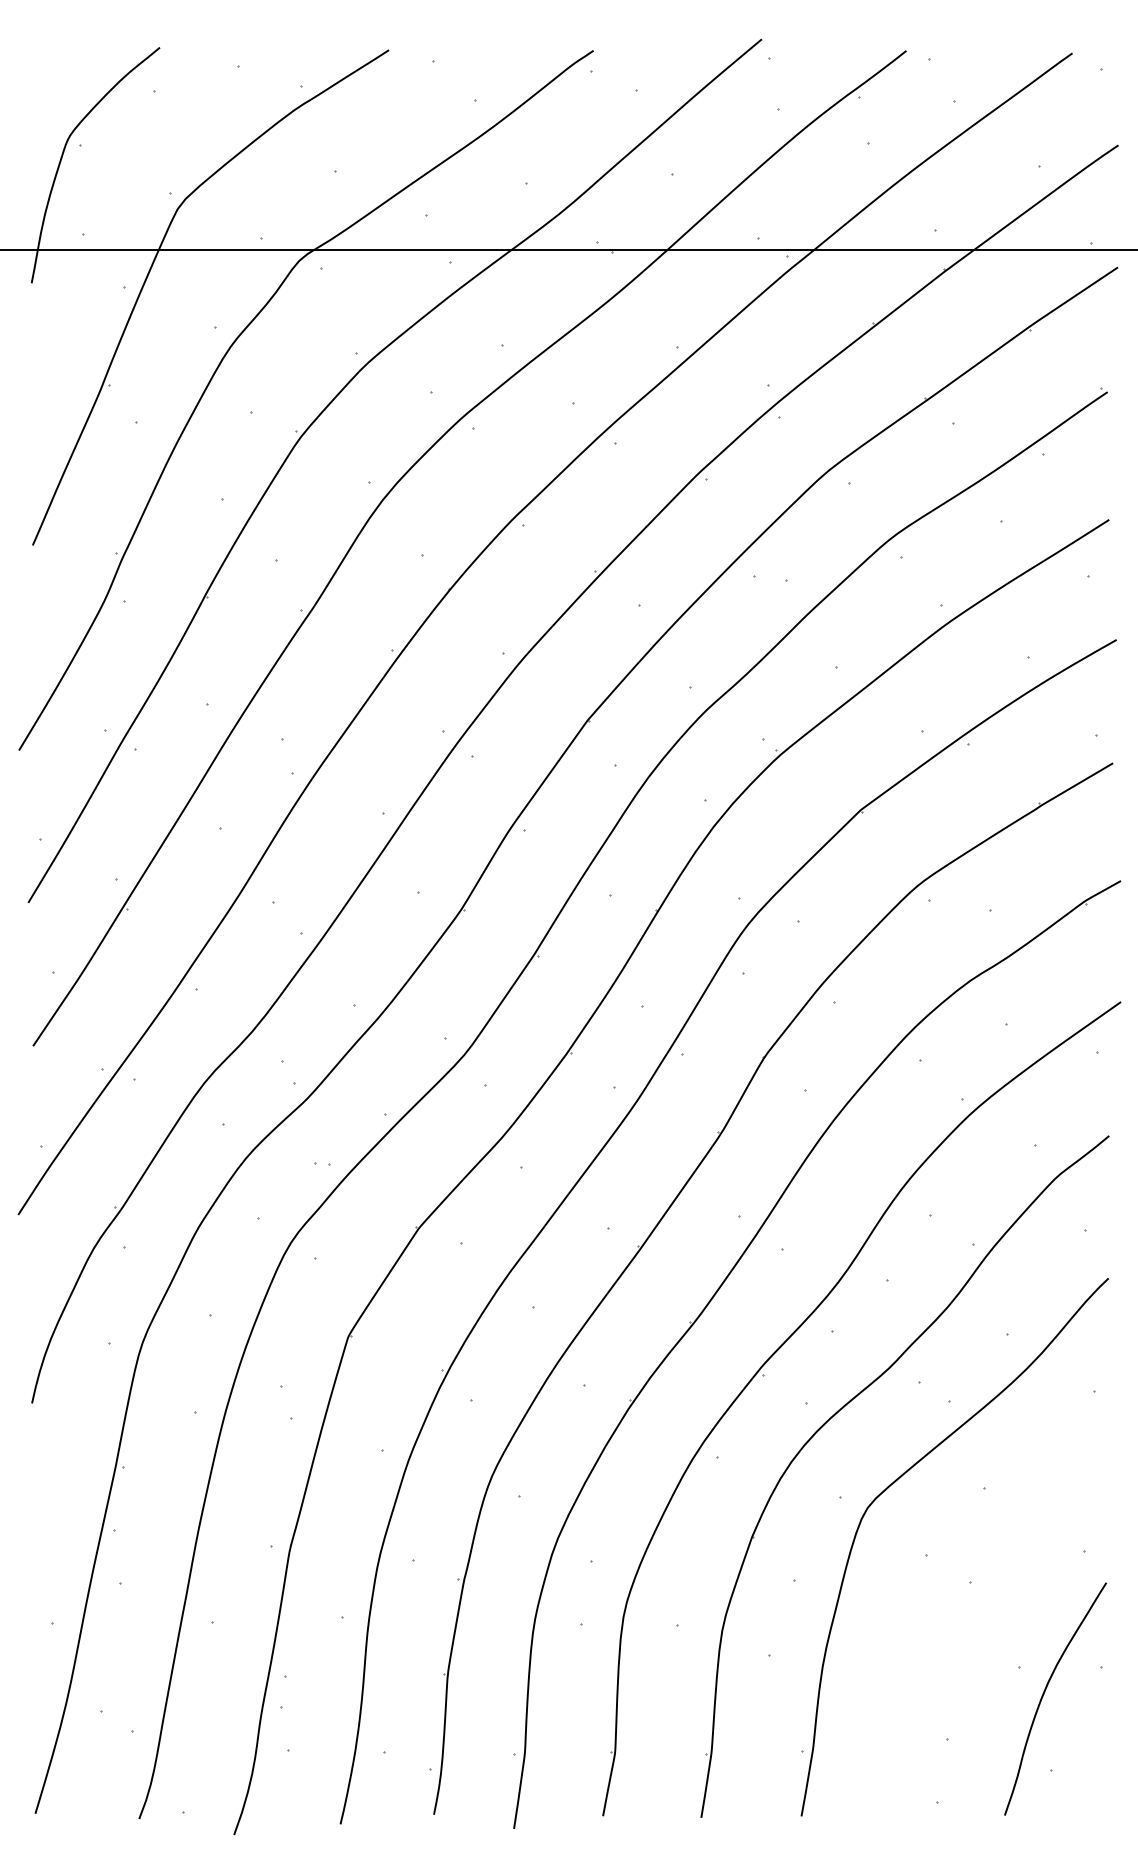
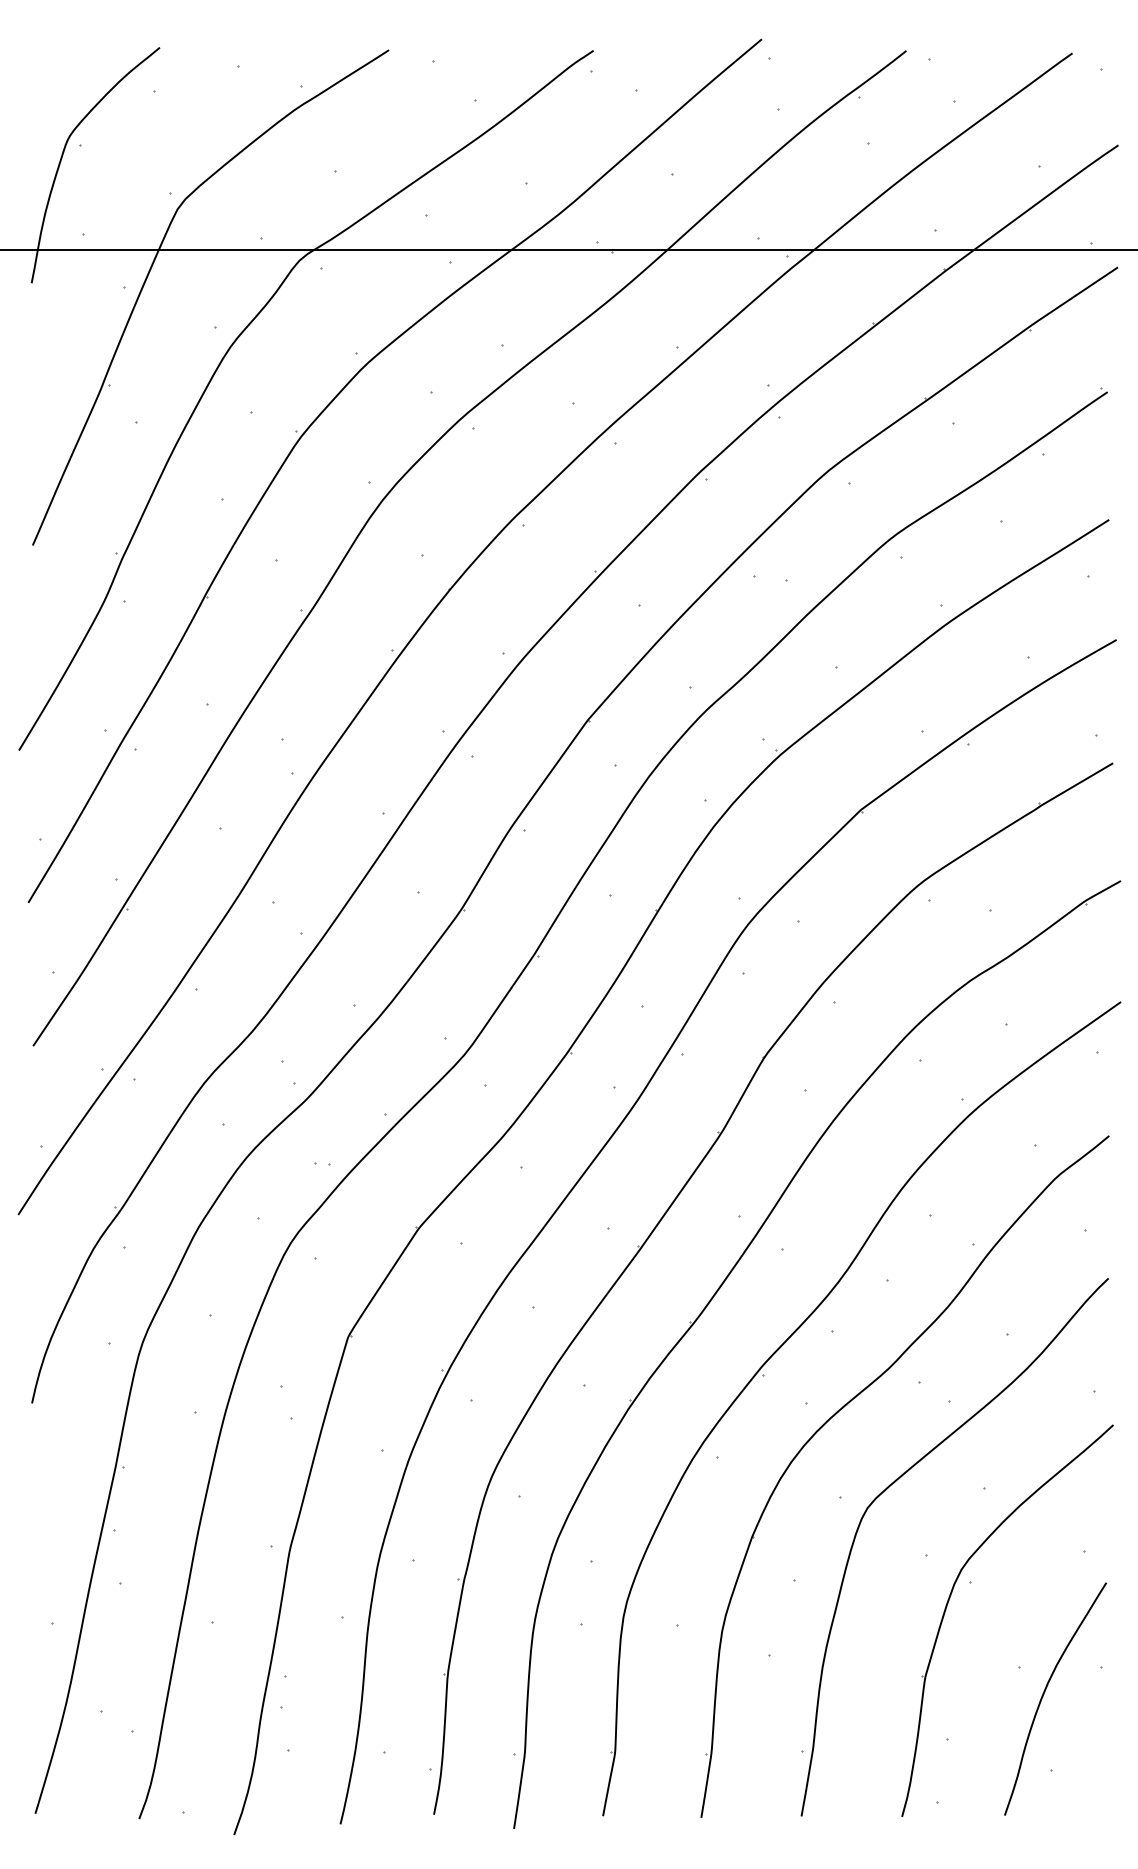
part at (949, 1601): none -> present
